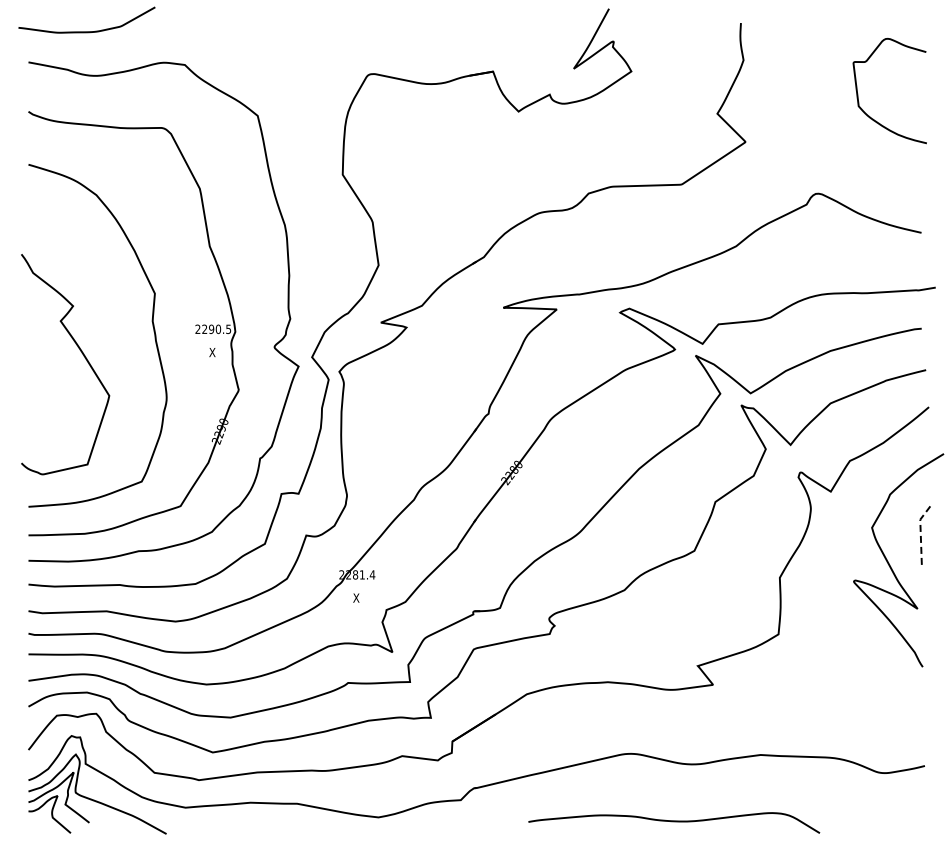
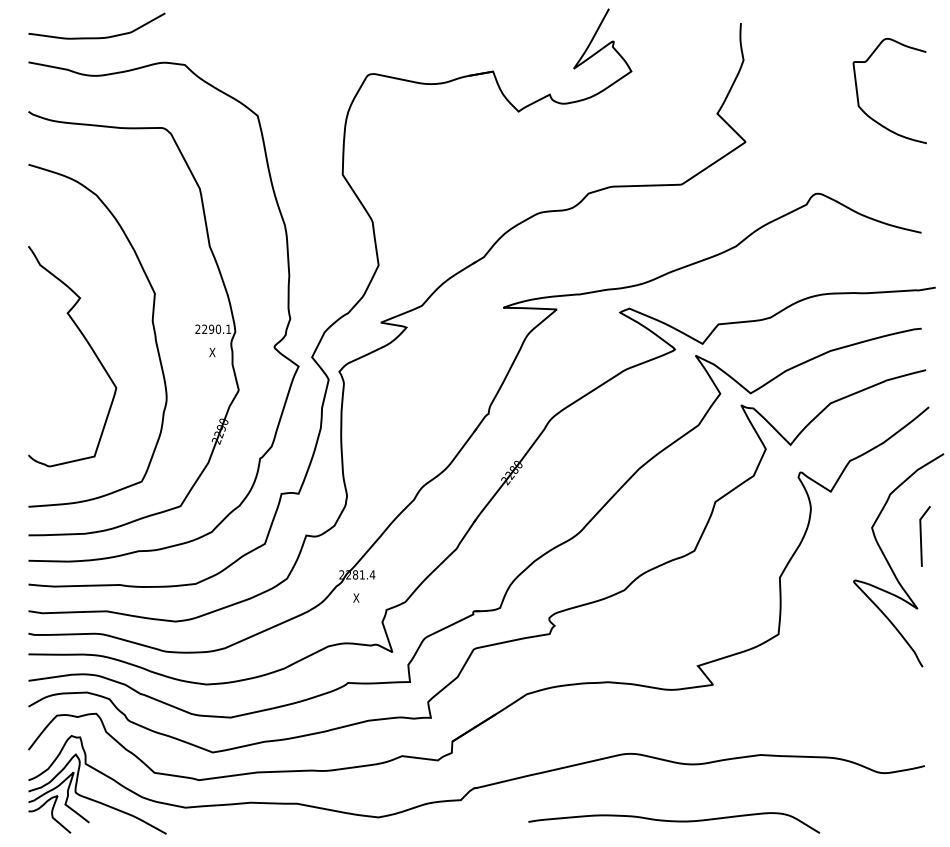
curve at (86, 31) position: (86, 31) -> (96, 37)
text at (228, 329): 2290.5 -> 2290.1
curve at (81, 353) position: (81, 353) -> (88, 345)
line at (920, 534): dashed -> solid
